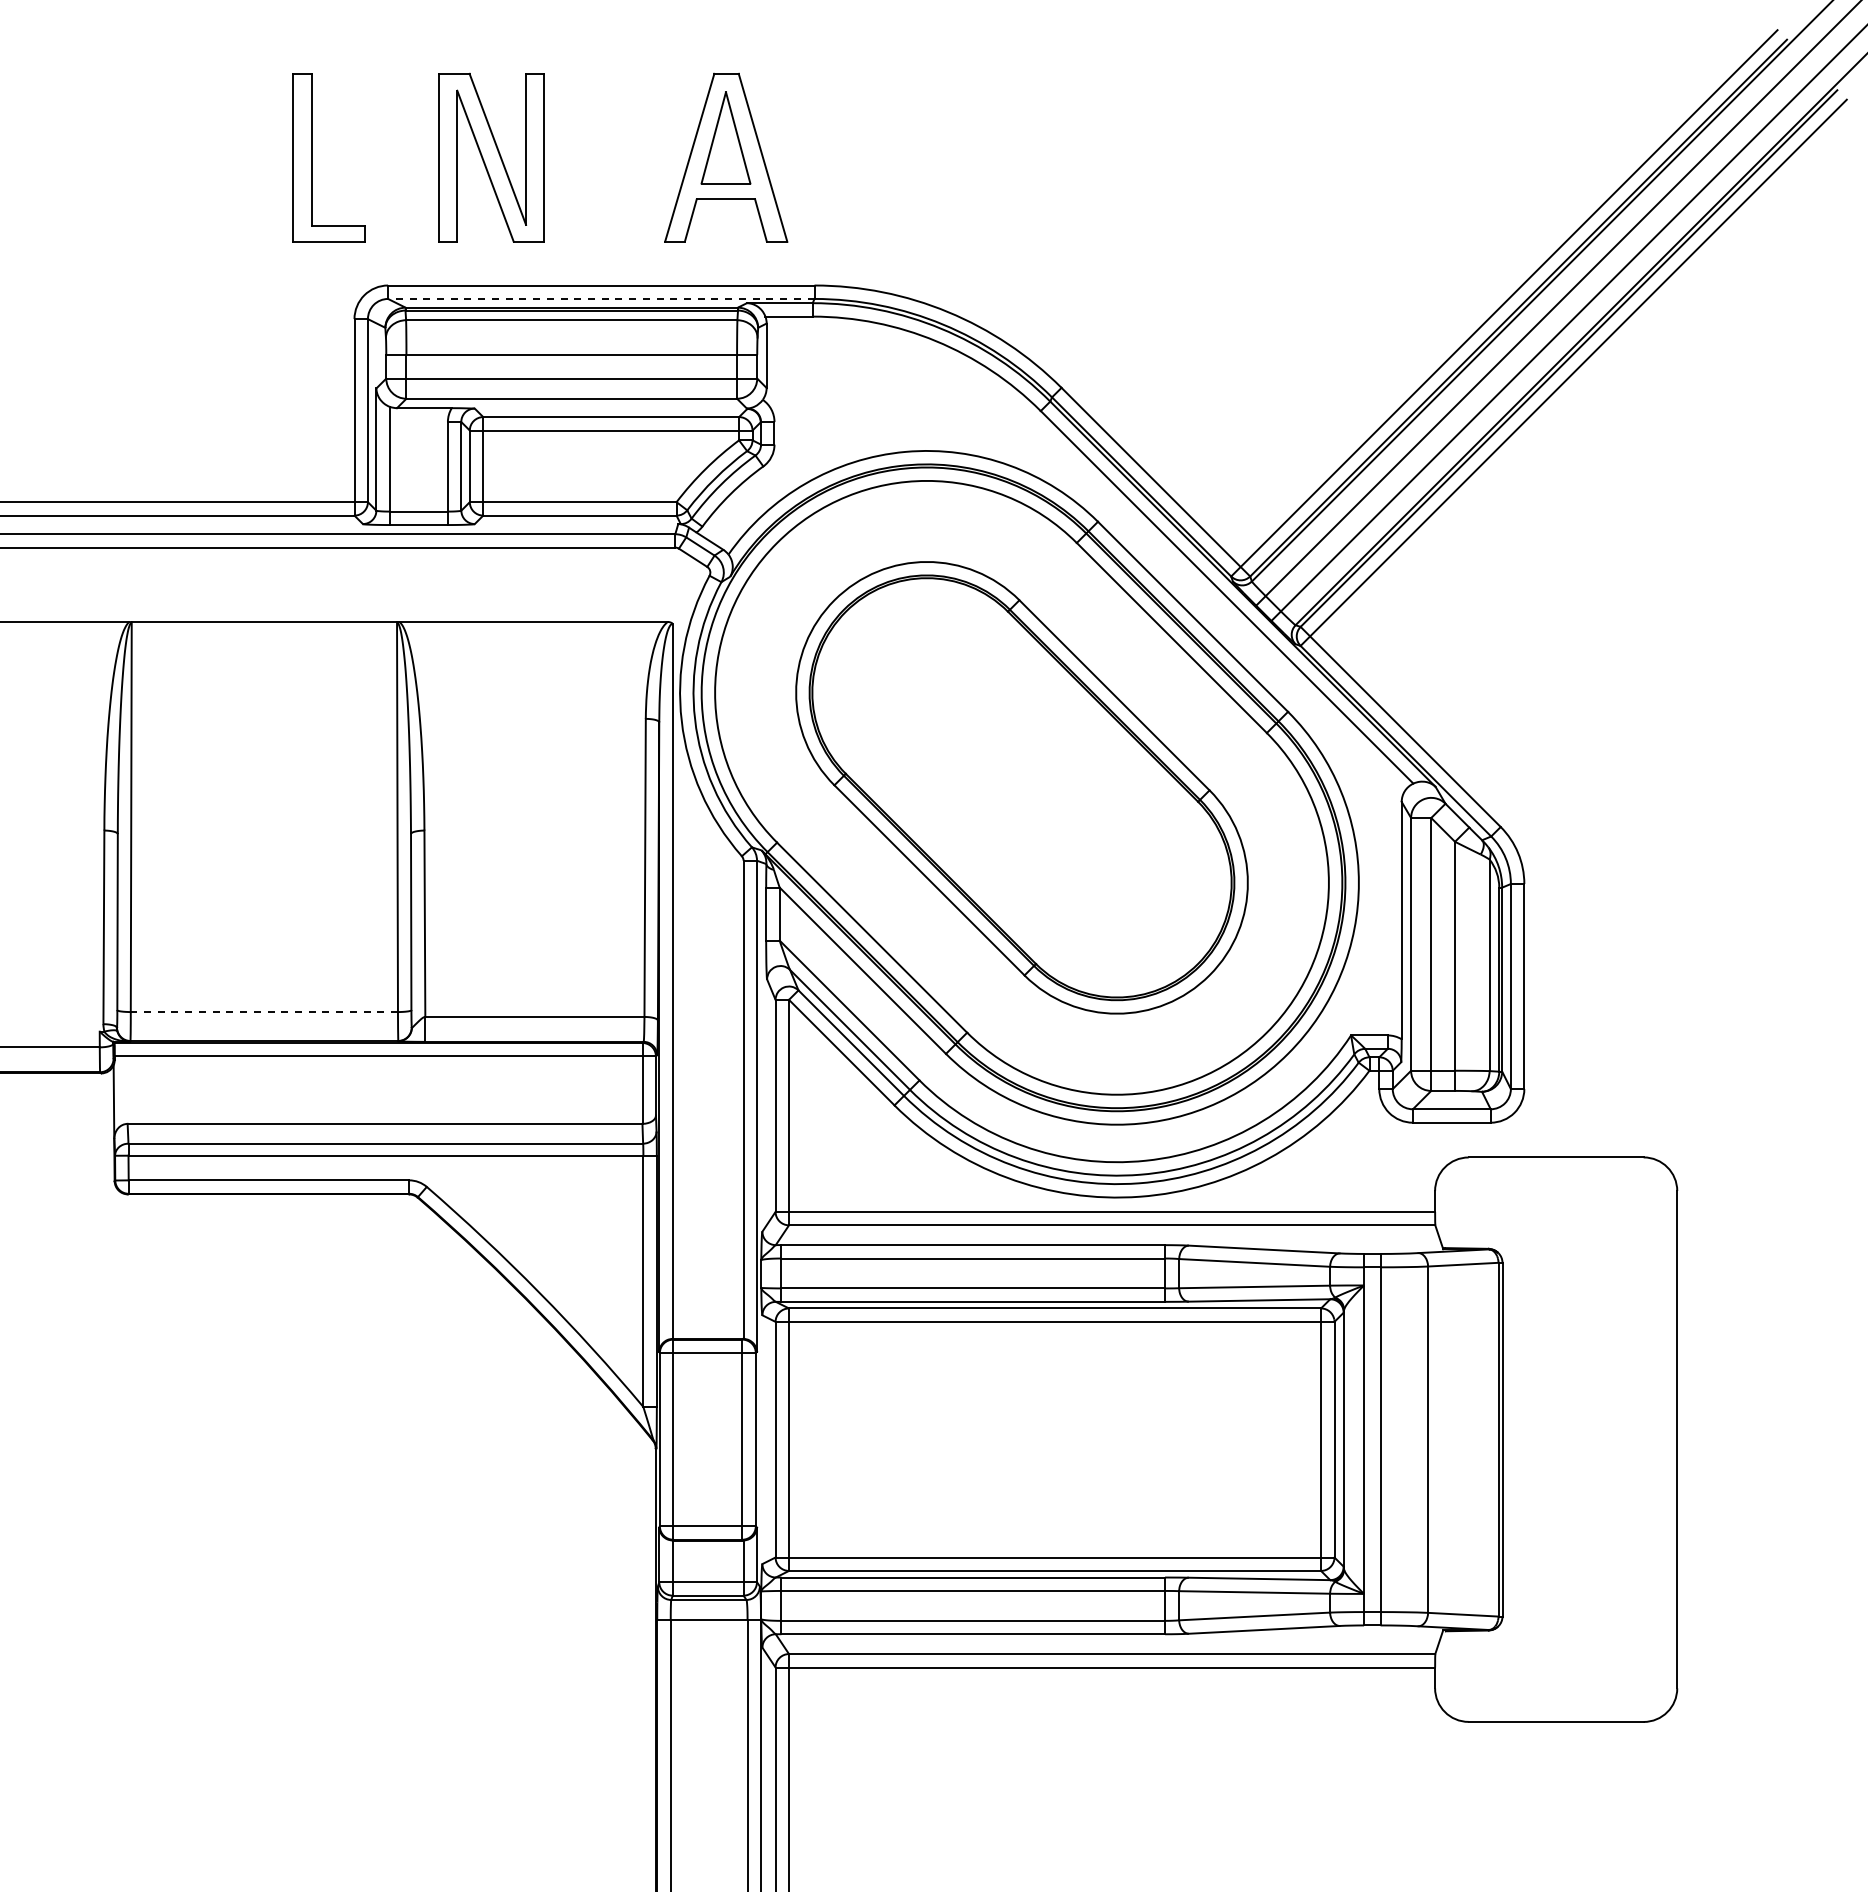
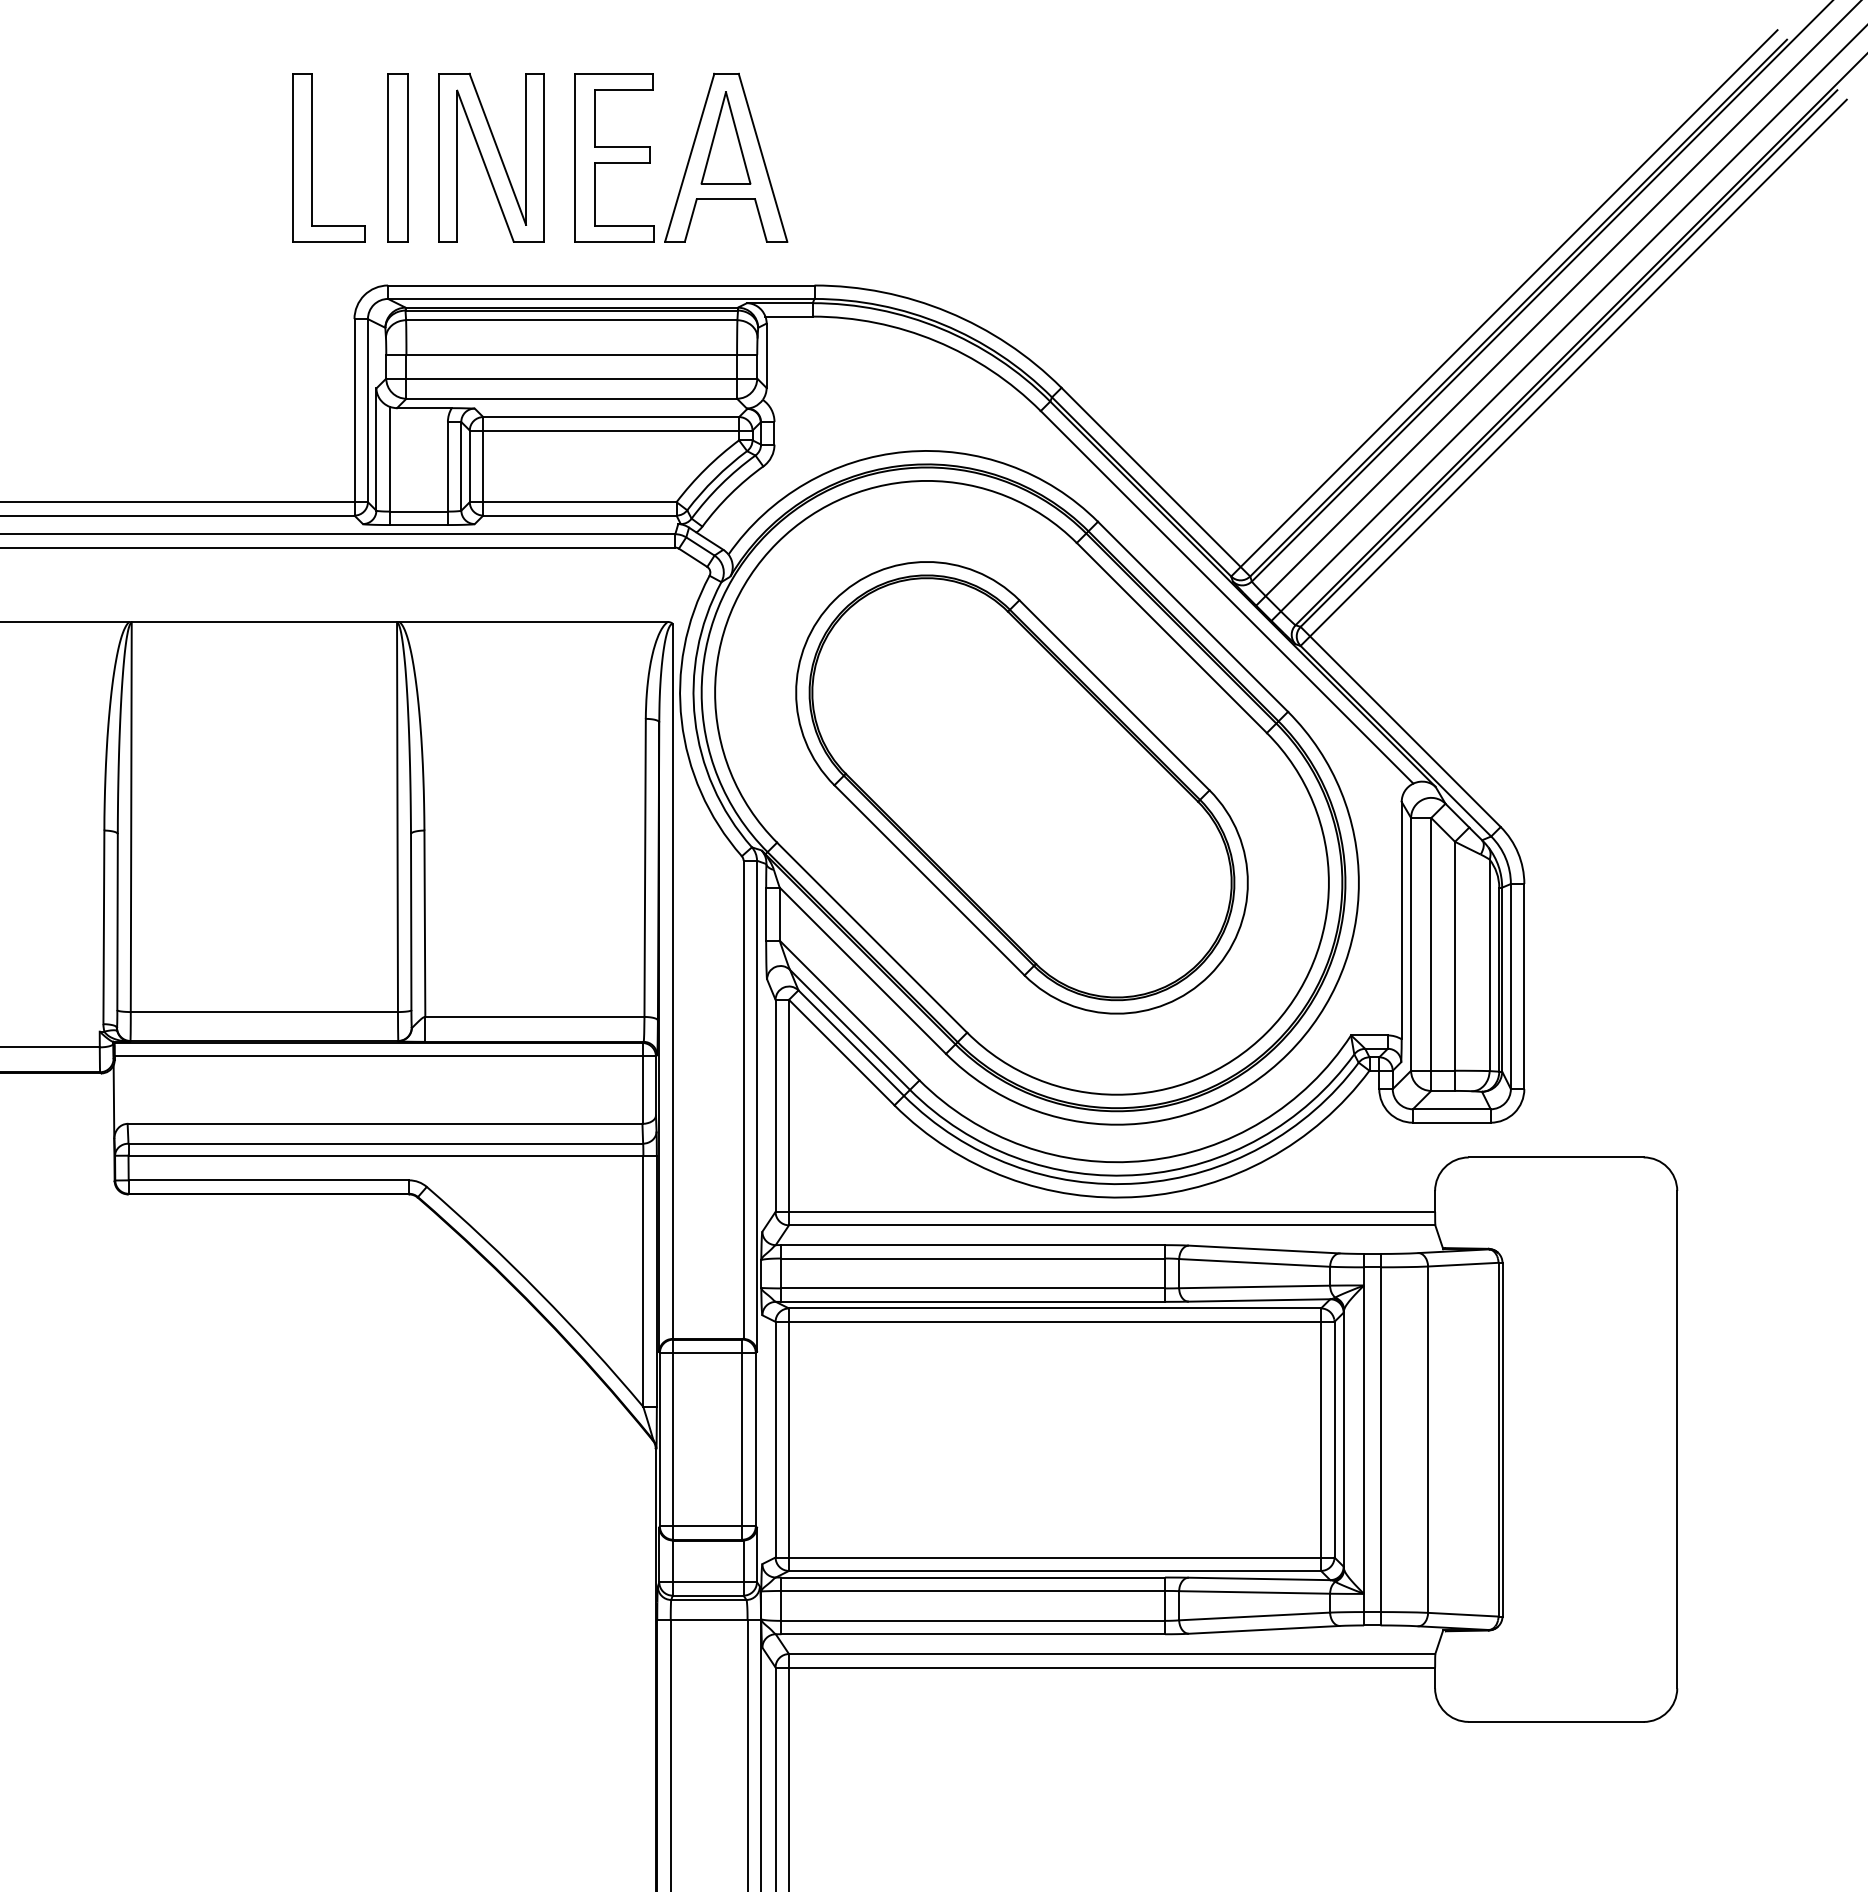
part at (397, 157): none -> present
part at (614, 157): none -> present
line at (600, 298): dashed -> solid
line at (264, 1012): dashed -> solid
